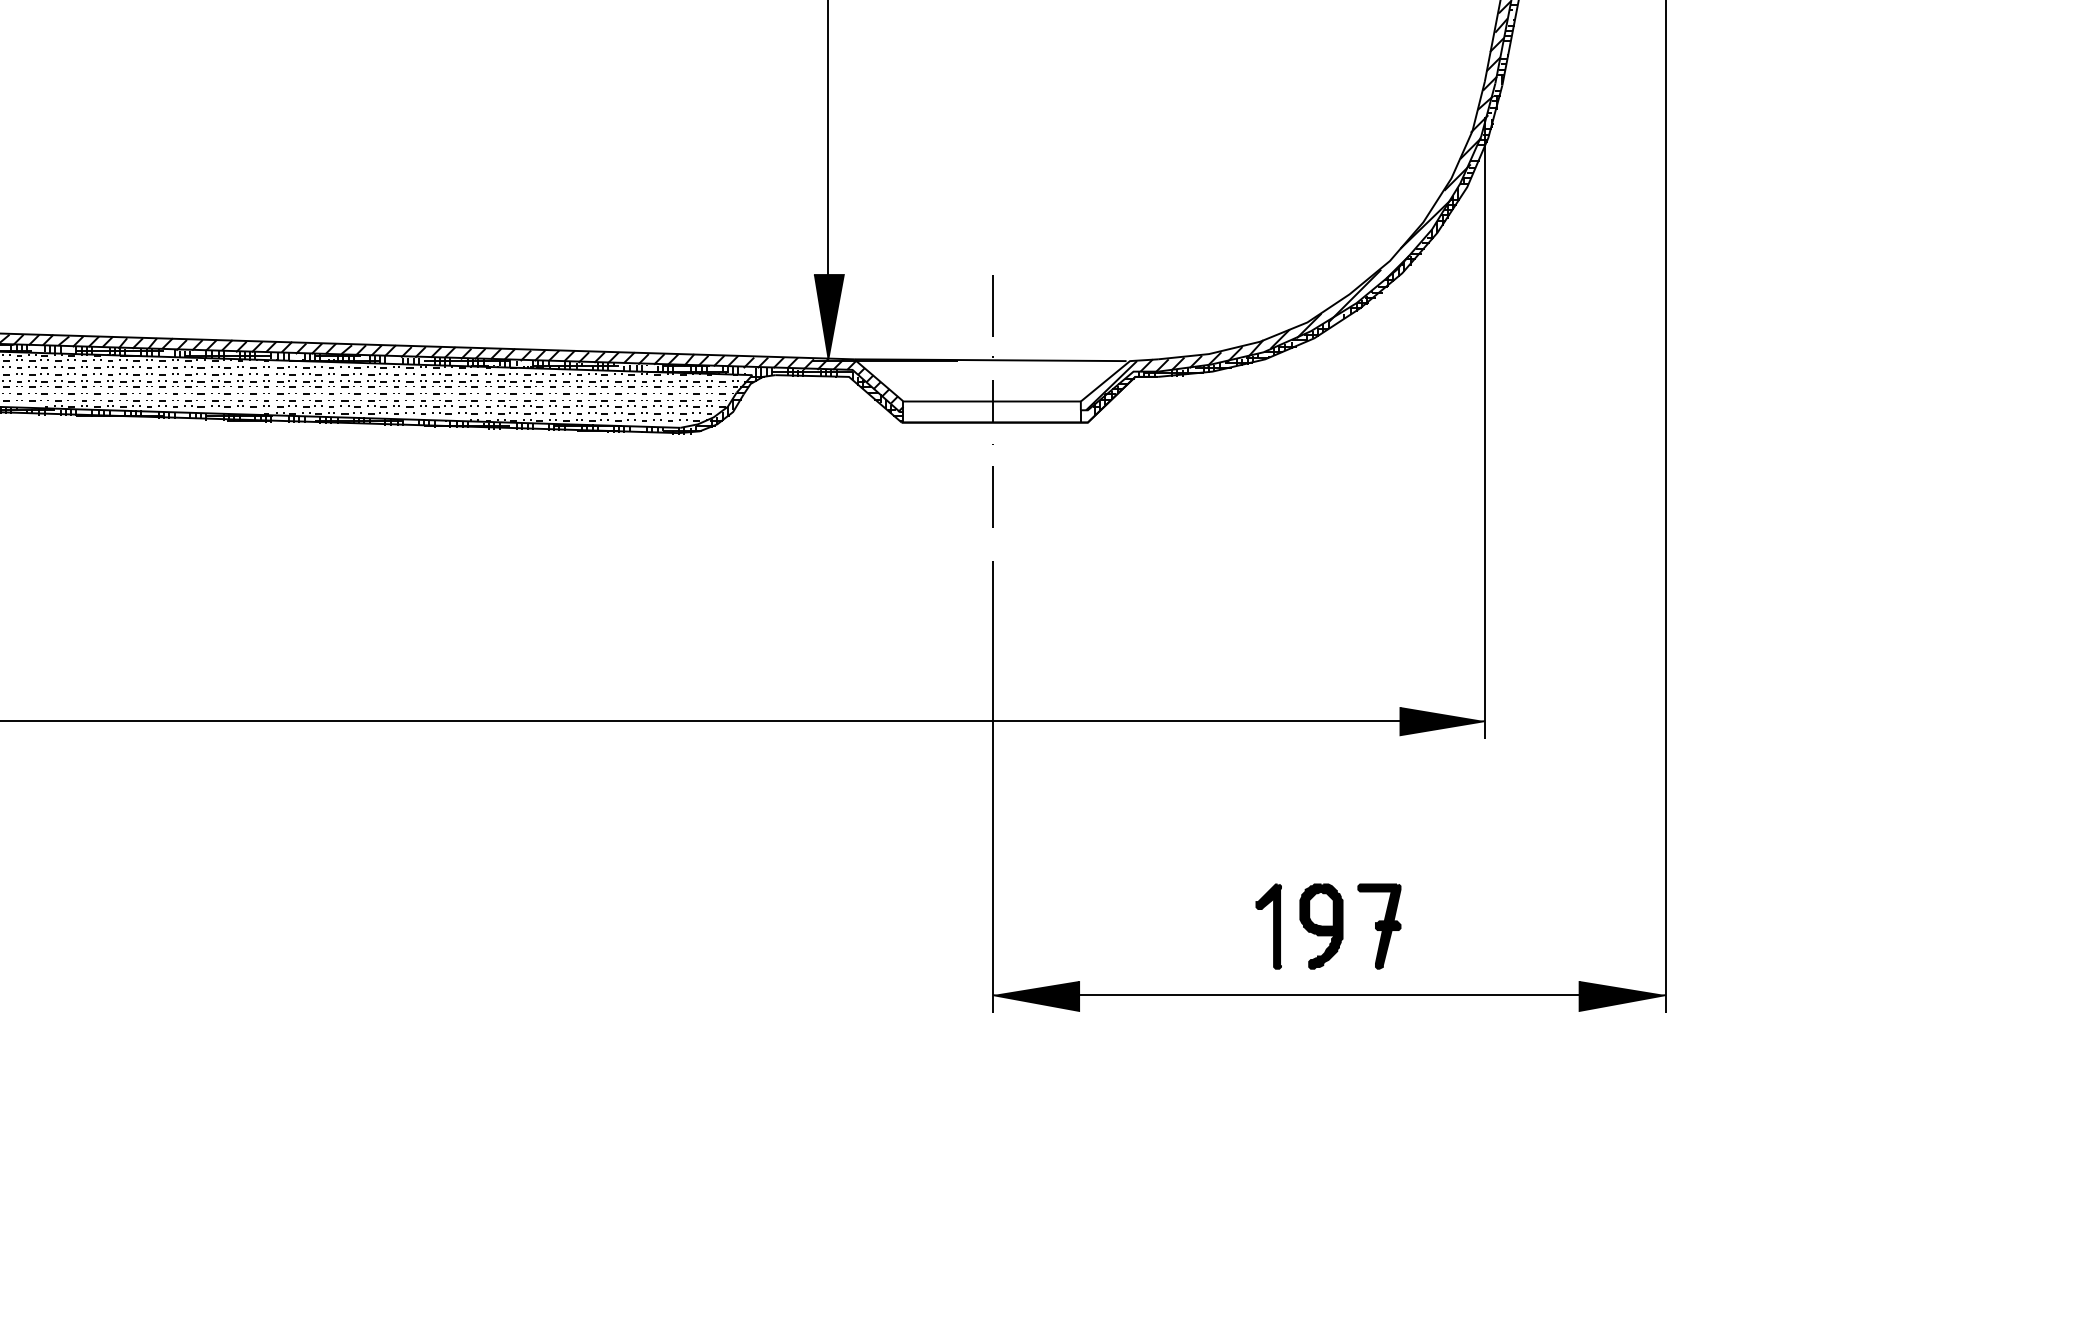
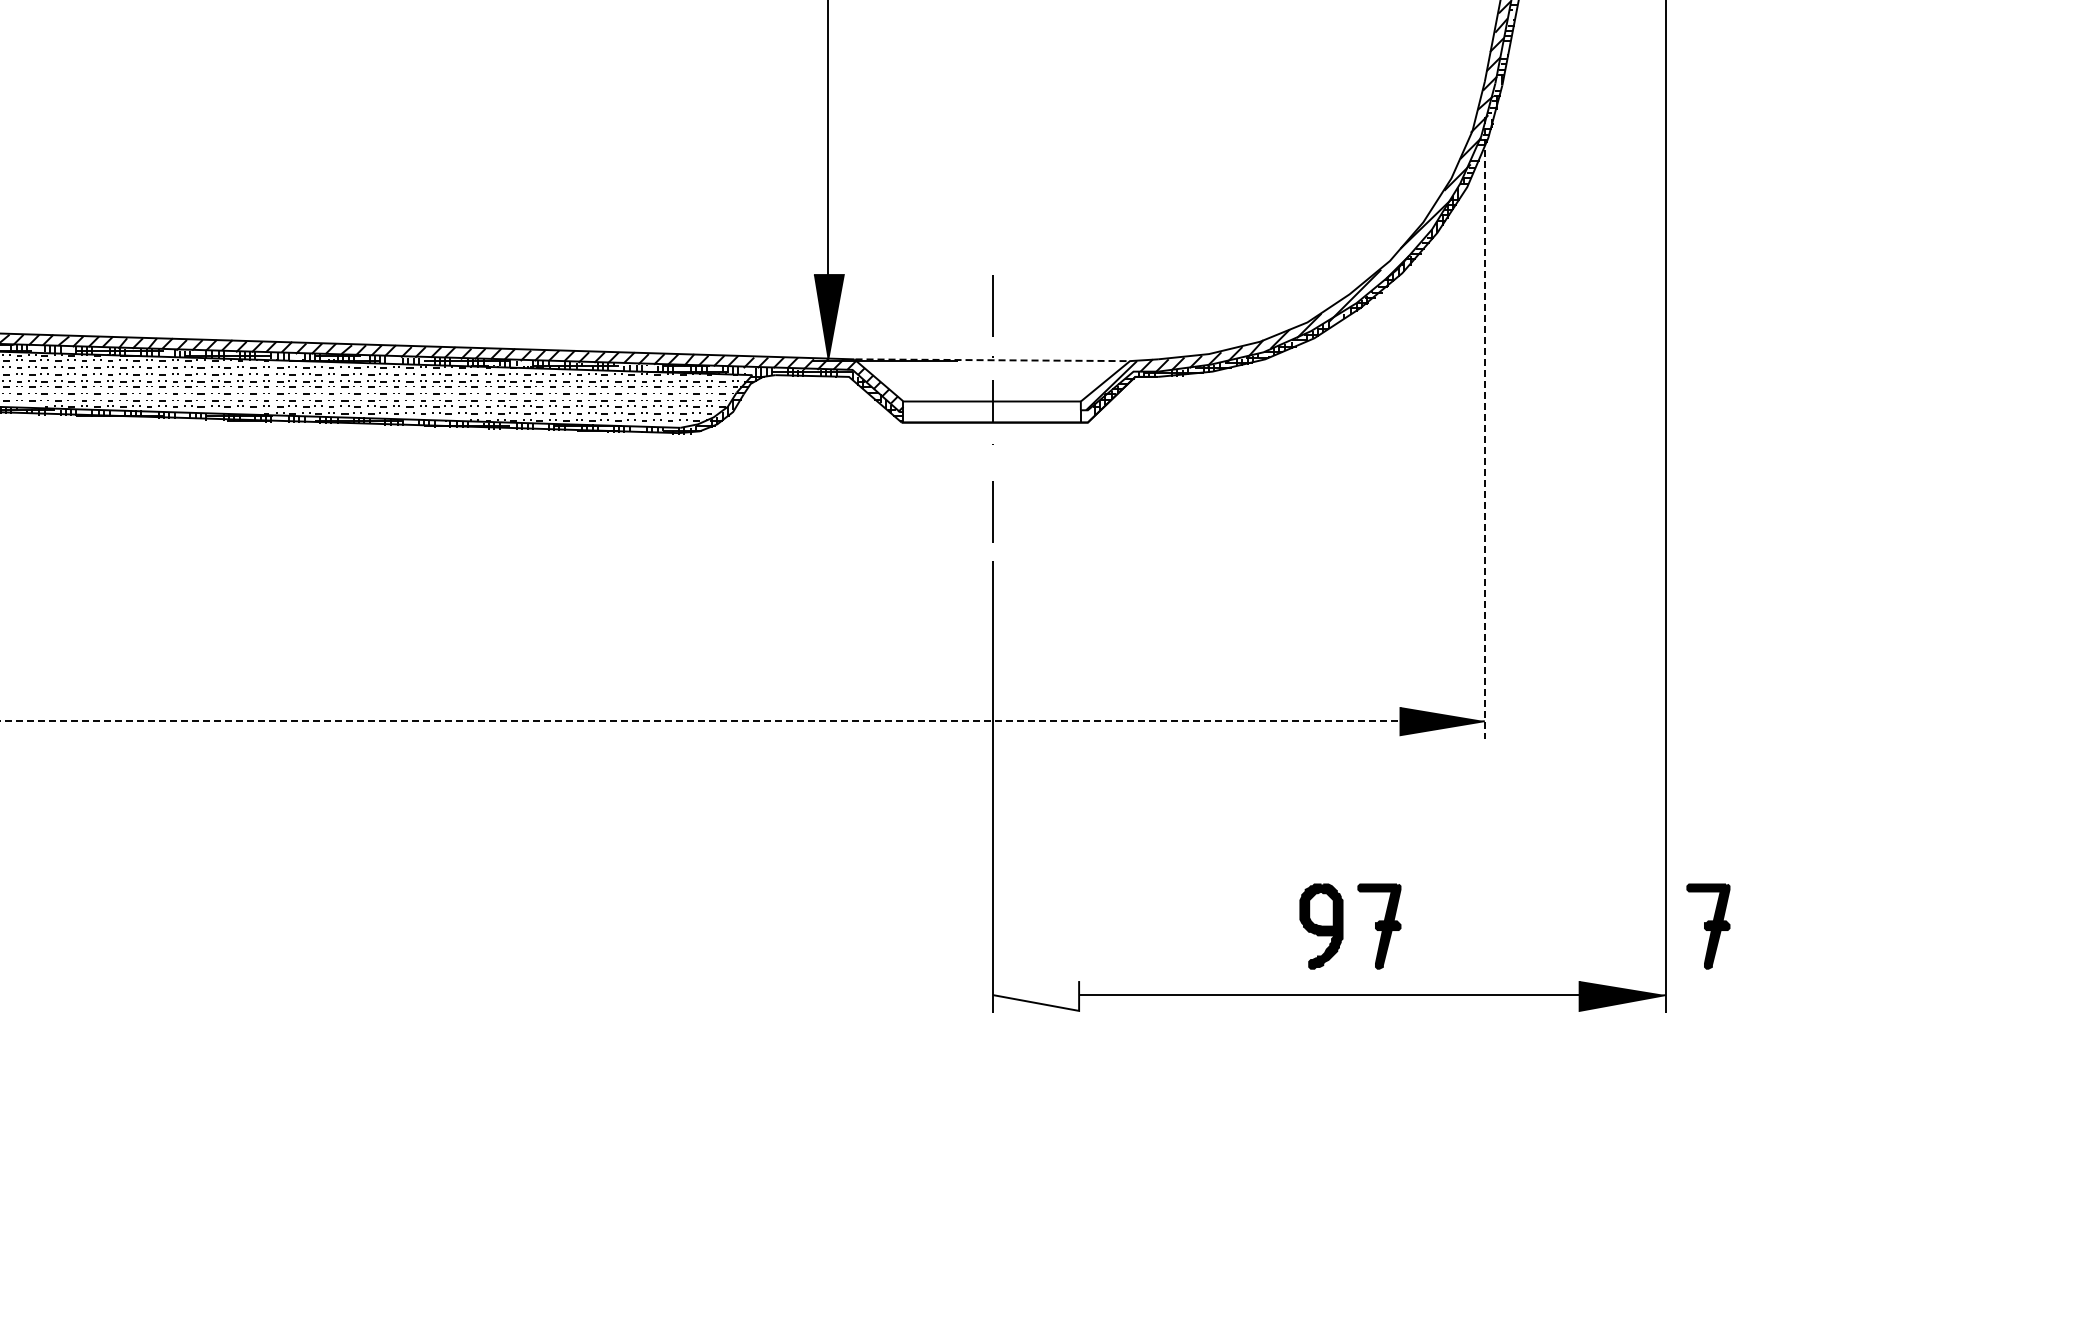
line at (989, 360): solid -> dashed
line at (1484, 427): solid -> dashed
line at (992, 496) position: (992, 496) -> (992, 511)
line at (700, 721): solid -> dashed
part at (1268, 926): present -> none
part at (1708, 926): none -> present
fill at (1036, 995): present -> none
